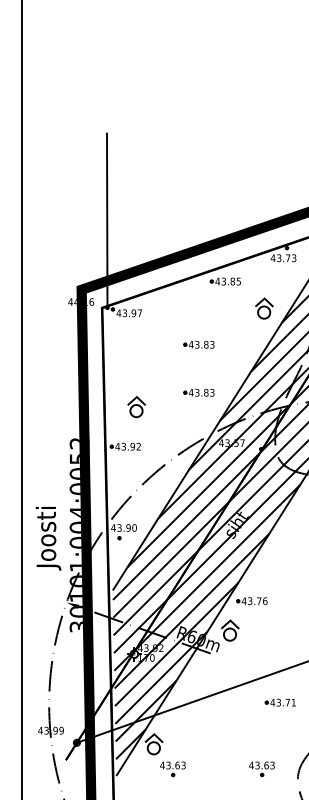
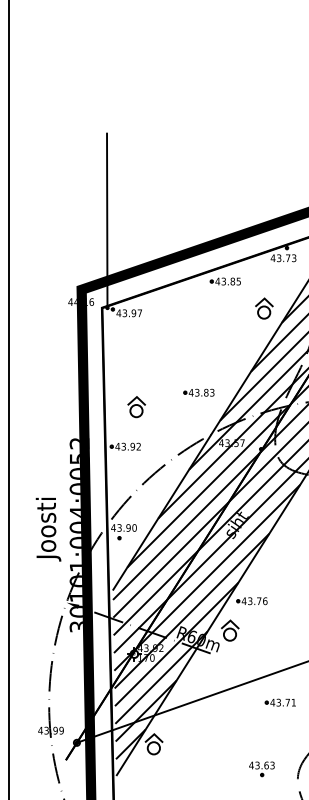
part at (198, 344): present -> none
line at (22, 399) position: (22, 399) -> (9, 399)
text at (48, 538) position: (48, 538) -> (48, 529)
part at (172, 769): present -> none
